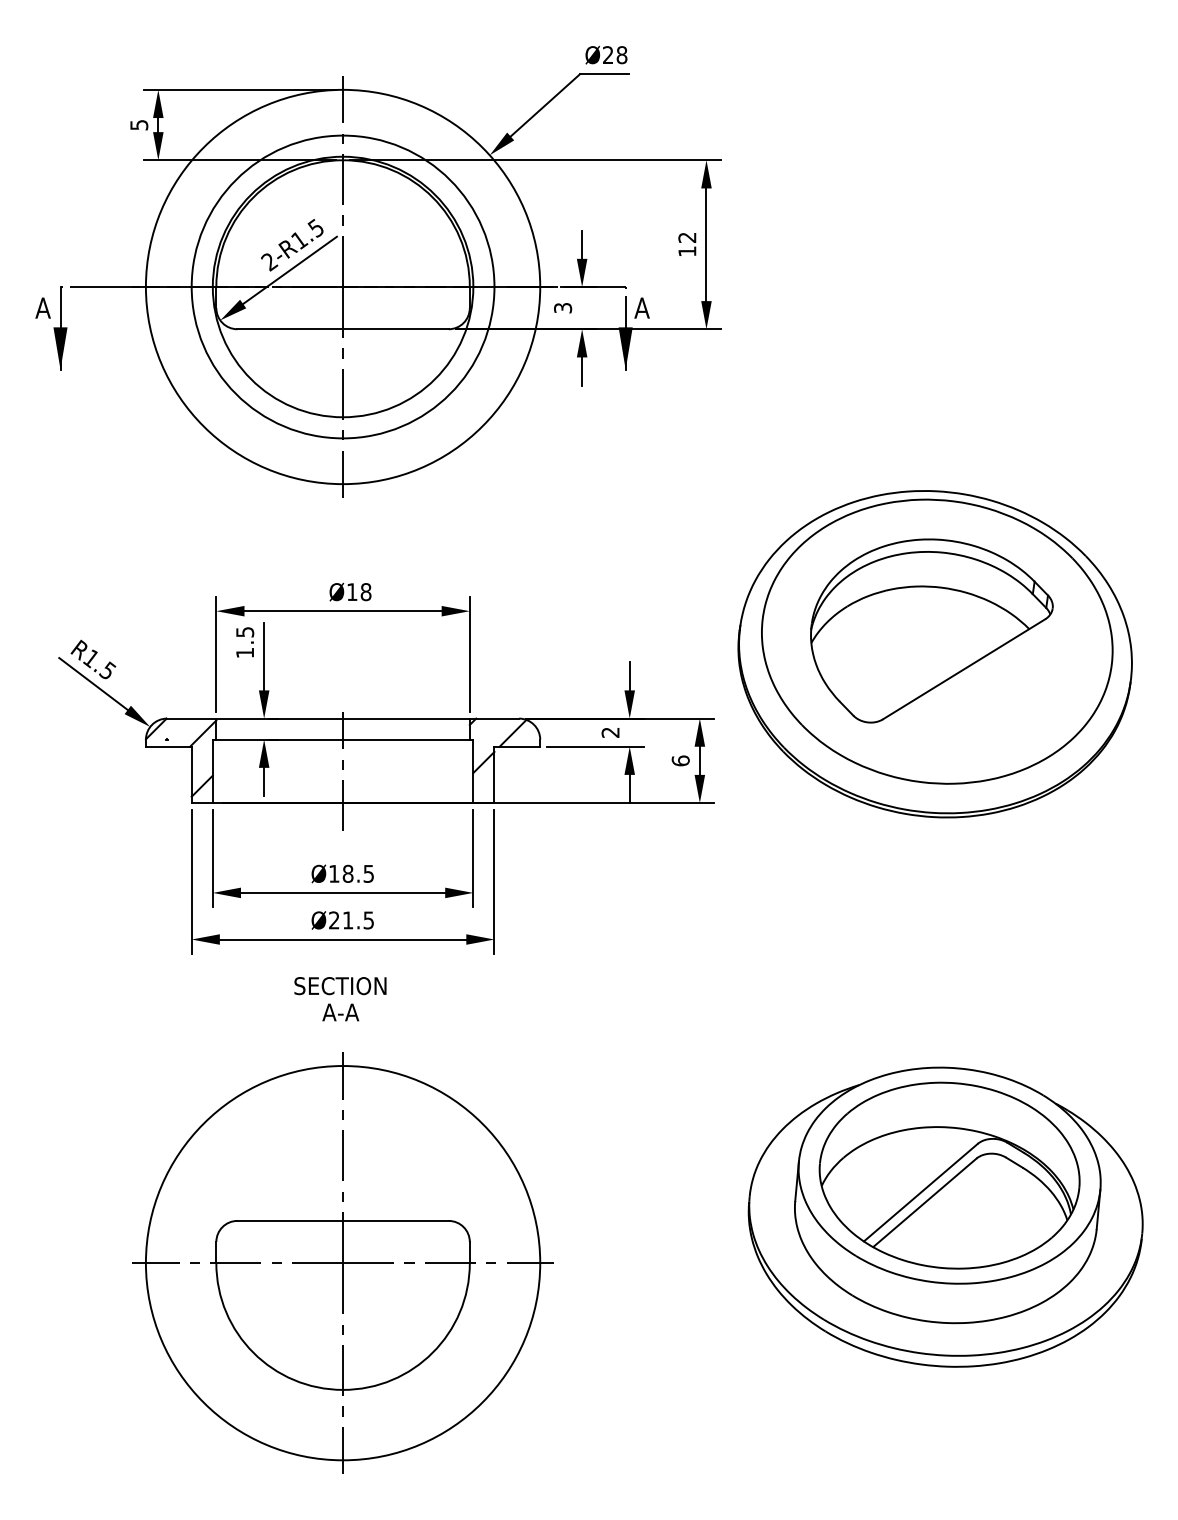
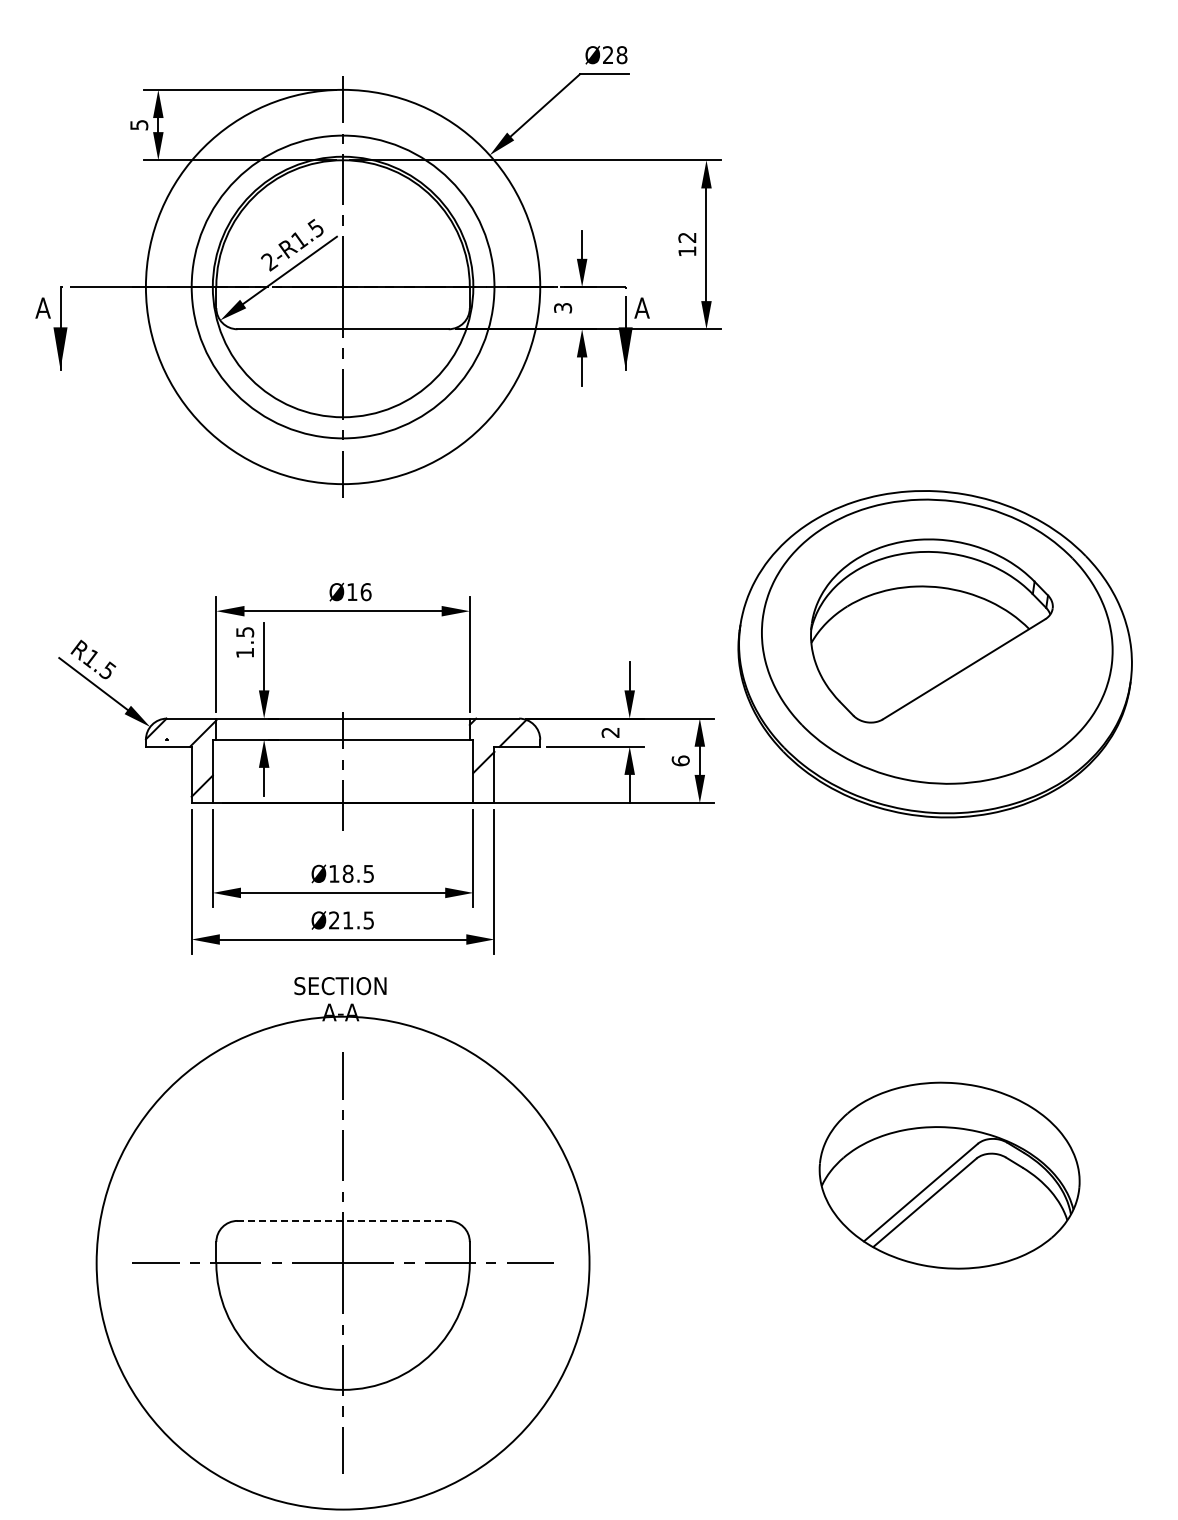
text at (365, 591): Ø18 -> Ø16
part at (945, 1216): present -> none
line at (343, 1220): solid -> dashed
circle at (342, 1263) diameter: 394 px -> 493 px
